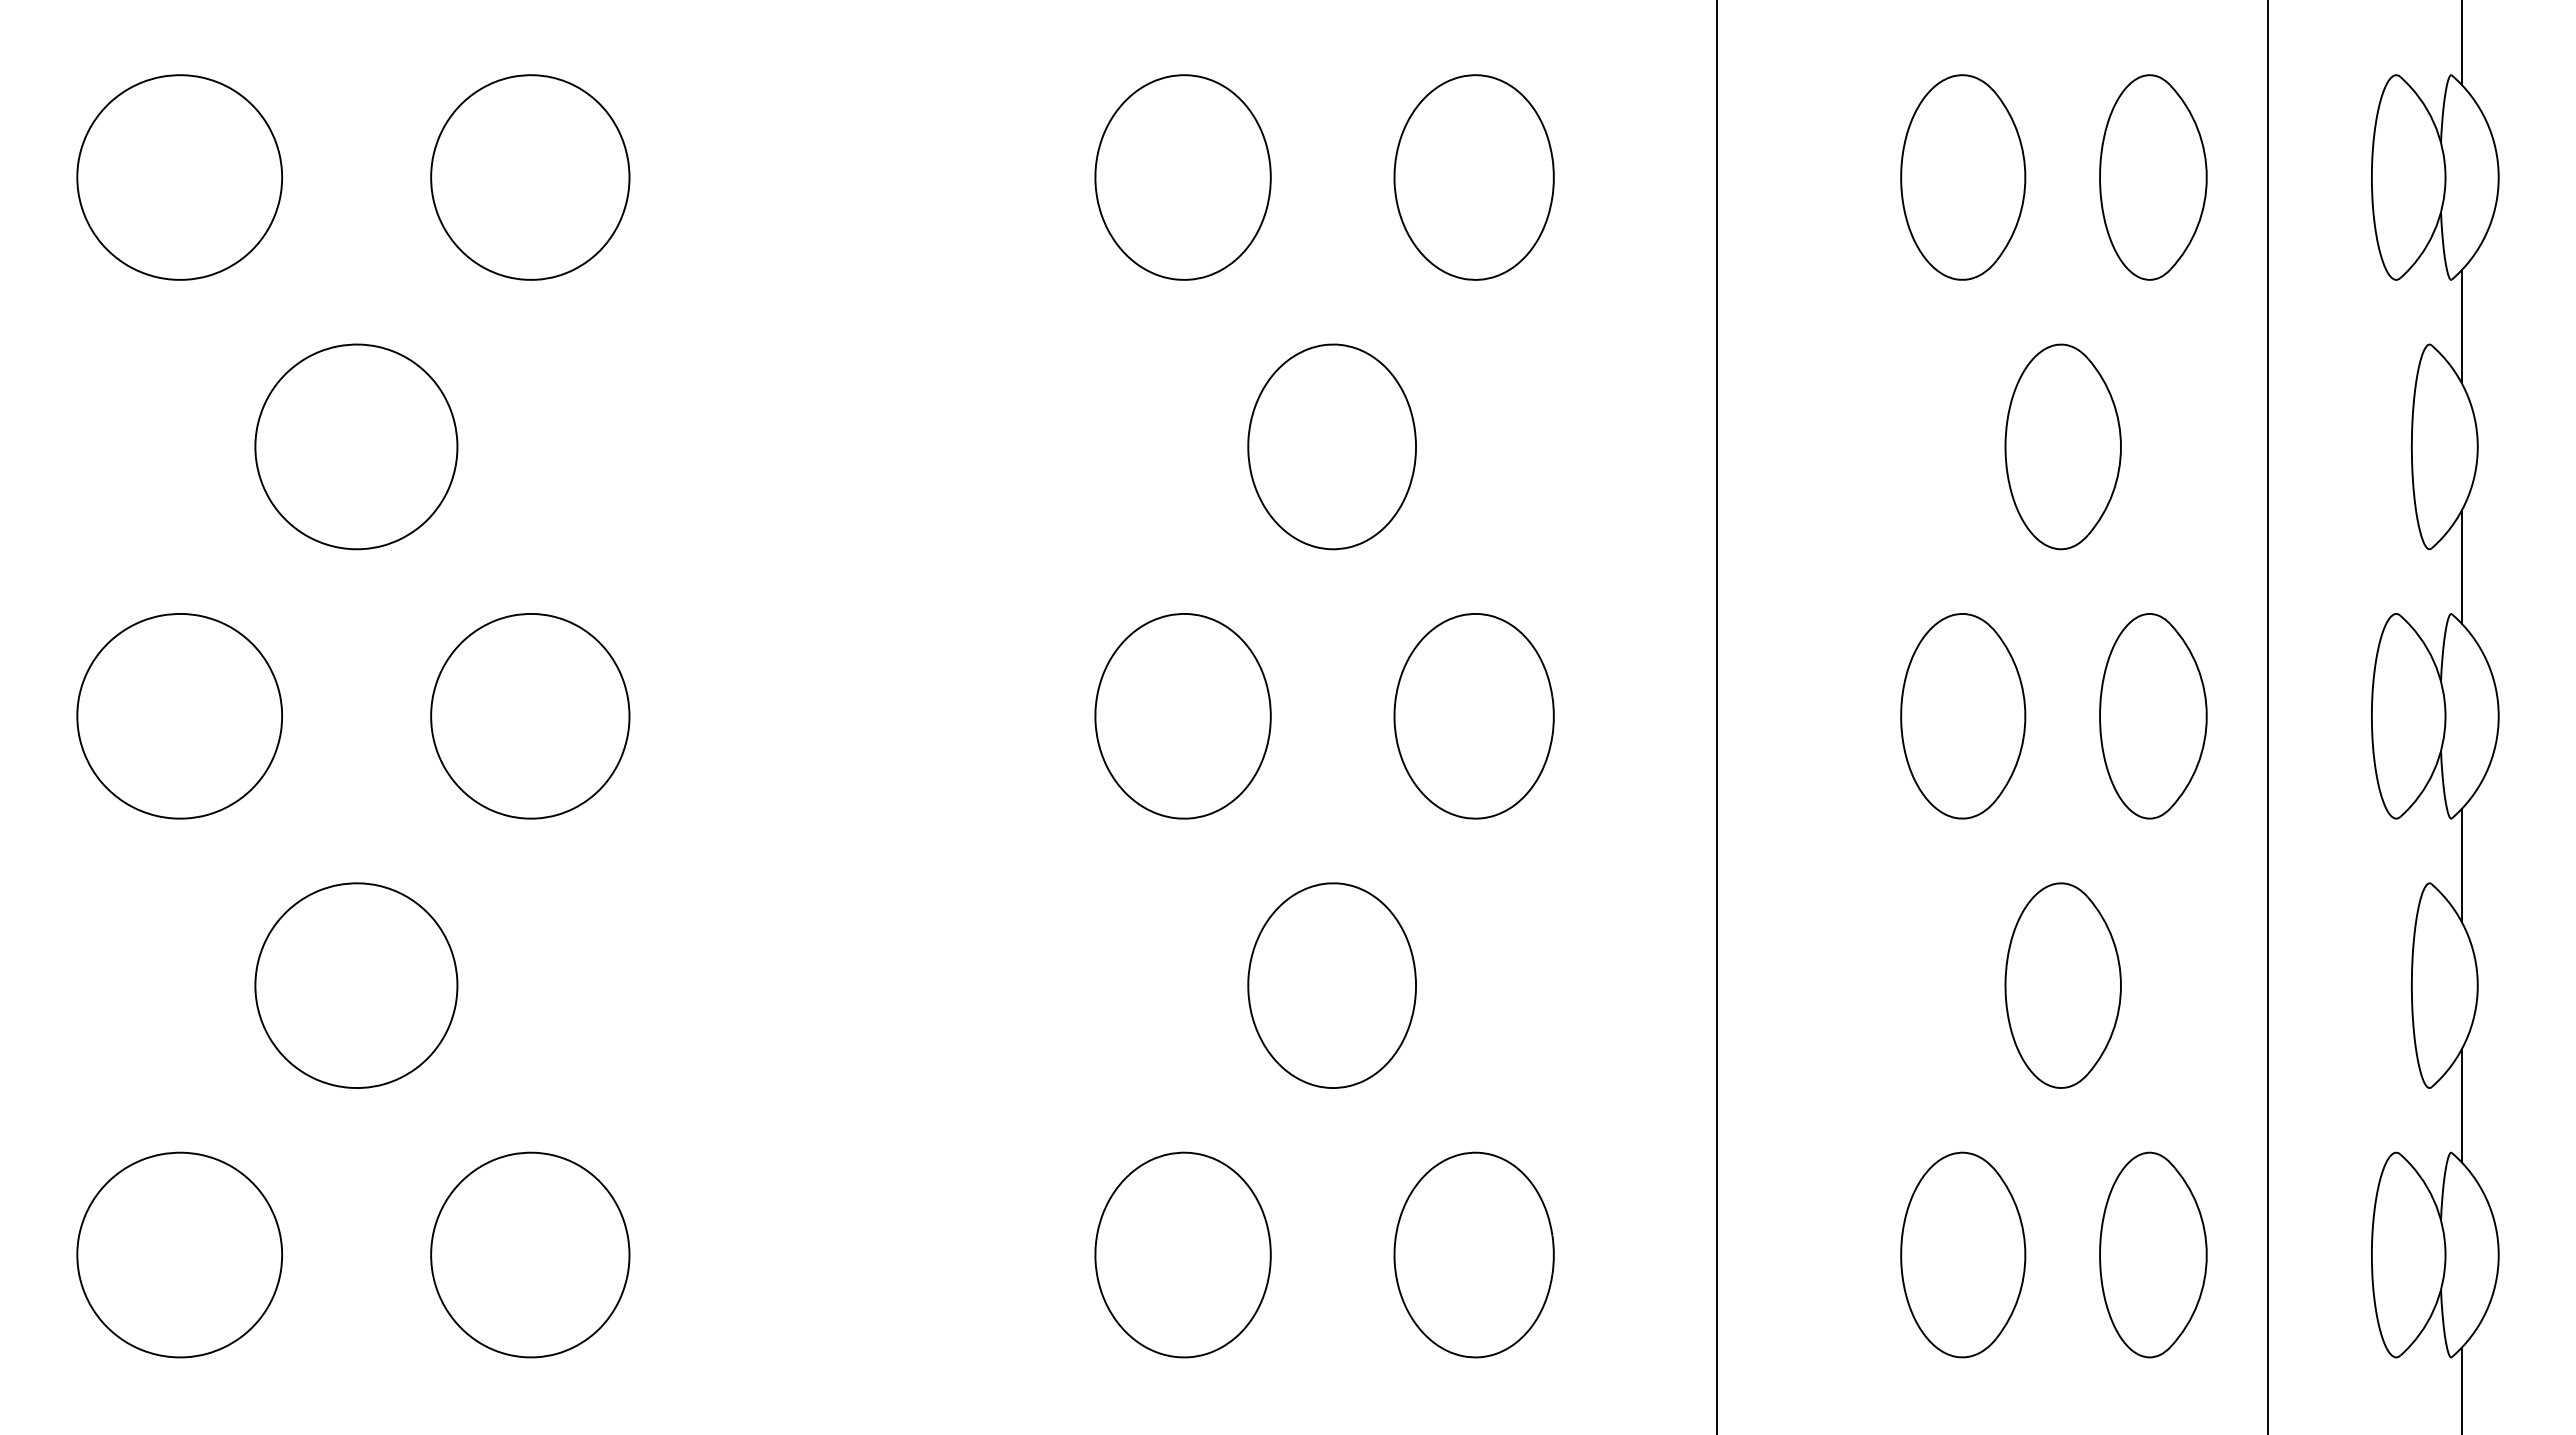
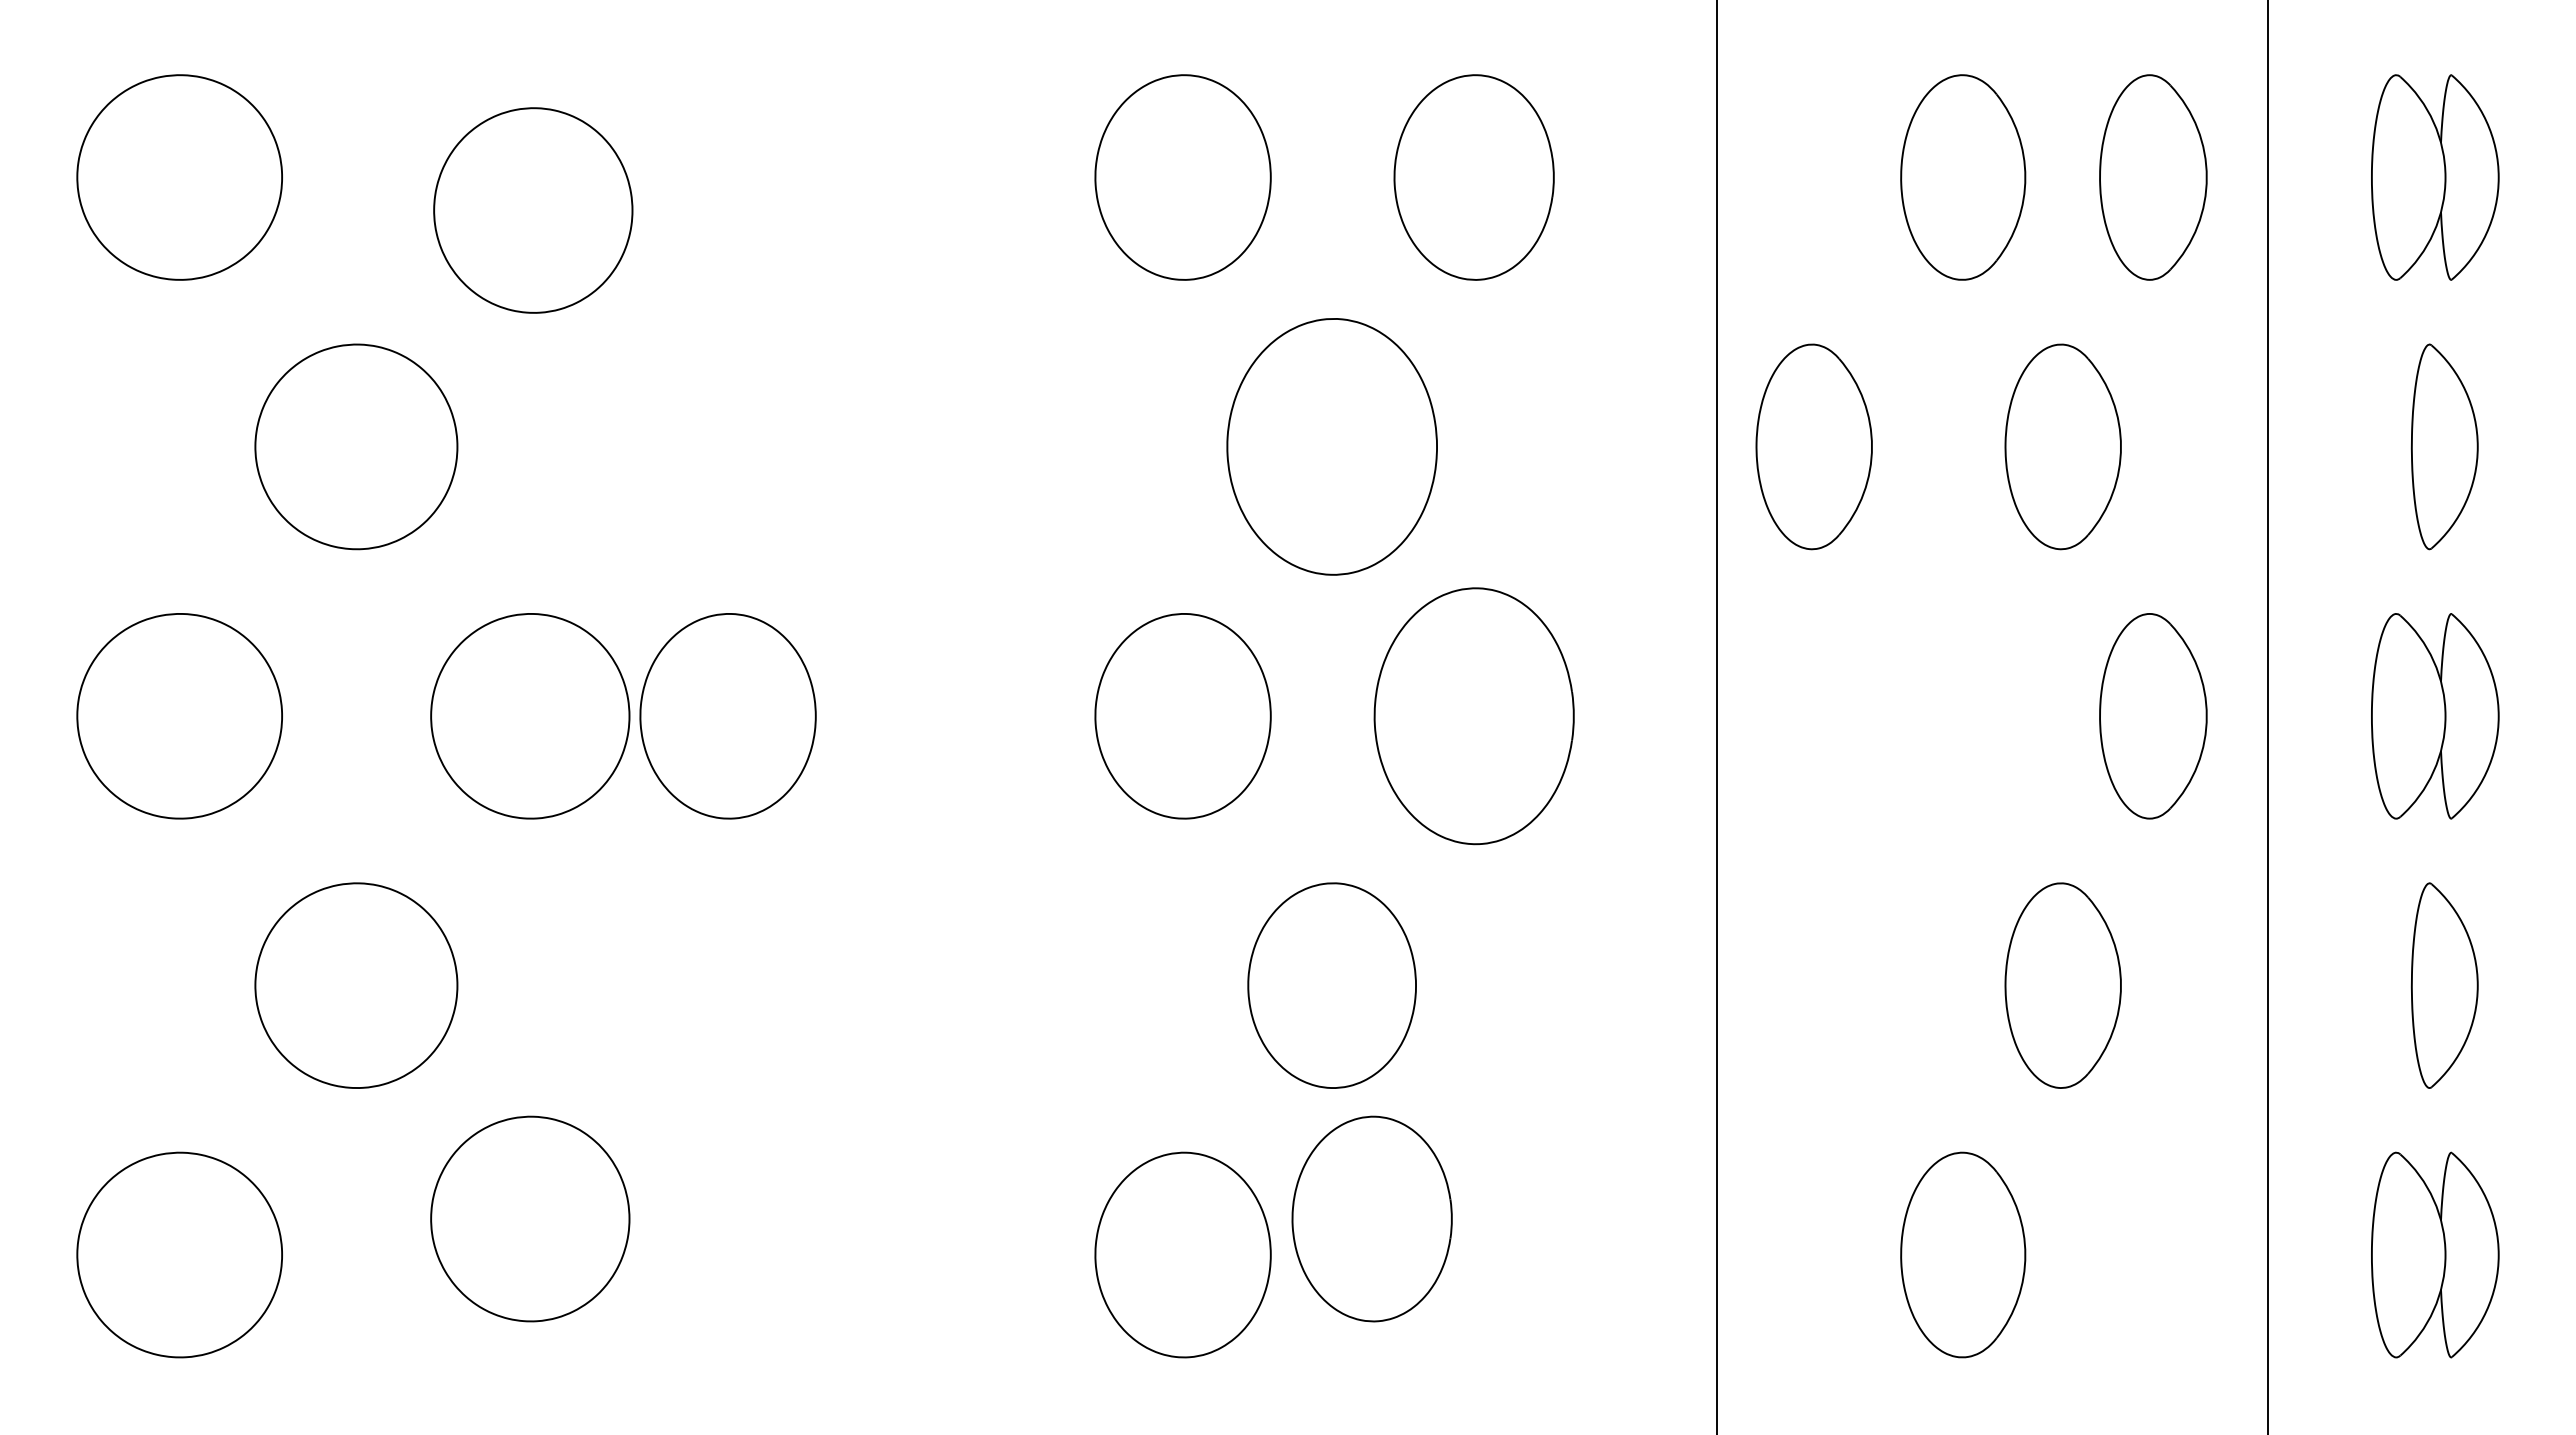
line at (2461, 43): present -> none
part at (530, 177) position: (530, 177) -> (533, 210)
line at (2461, 326): present -> none
part at (1331, 446) size: 170x208 px -> 212x258 px
part at (1813, 446): none -> present
line at (2461, 566): present -> none
part at (727, 716): none -> present
part at (1473, 716) size: 162x207 px -> 202x259 px
part at (1963, 716): present -> none
line at (2461, 864): present -> none
line at (2461, 1105): present -> none
part at (530, 1254) position: (530, 1254) -> (530, 1218)
part at (1473, 1254) position: (1473, 1254) -> (1371, 1218)
part at (2153, 1254): present -> none
line at (2461, 1389): present -> none
